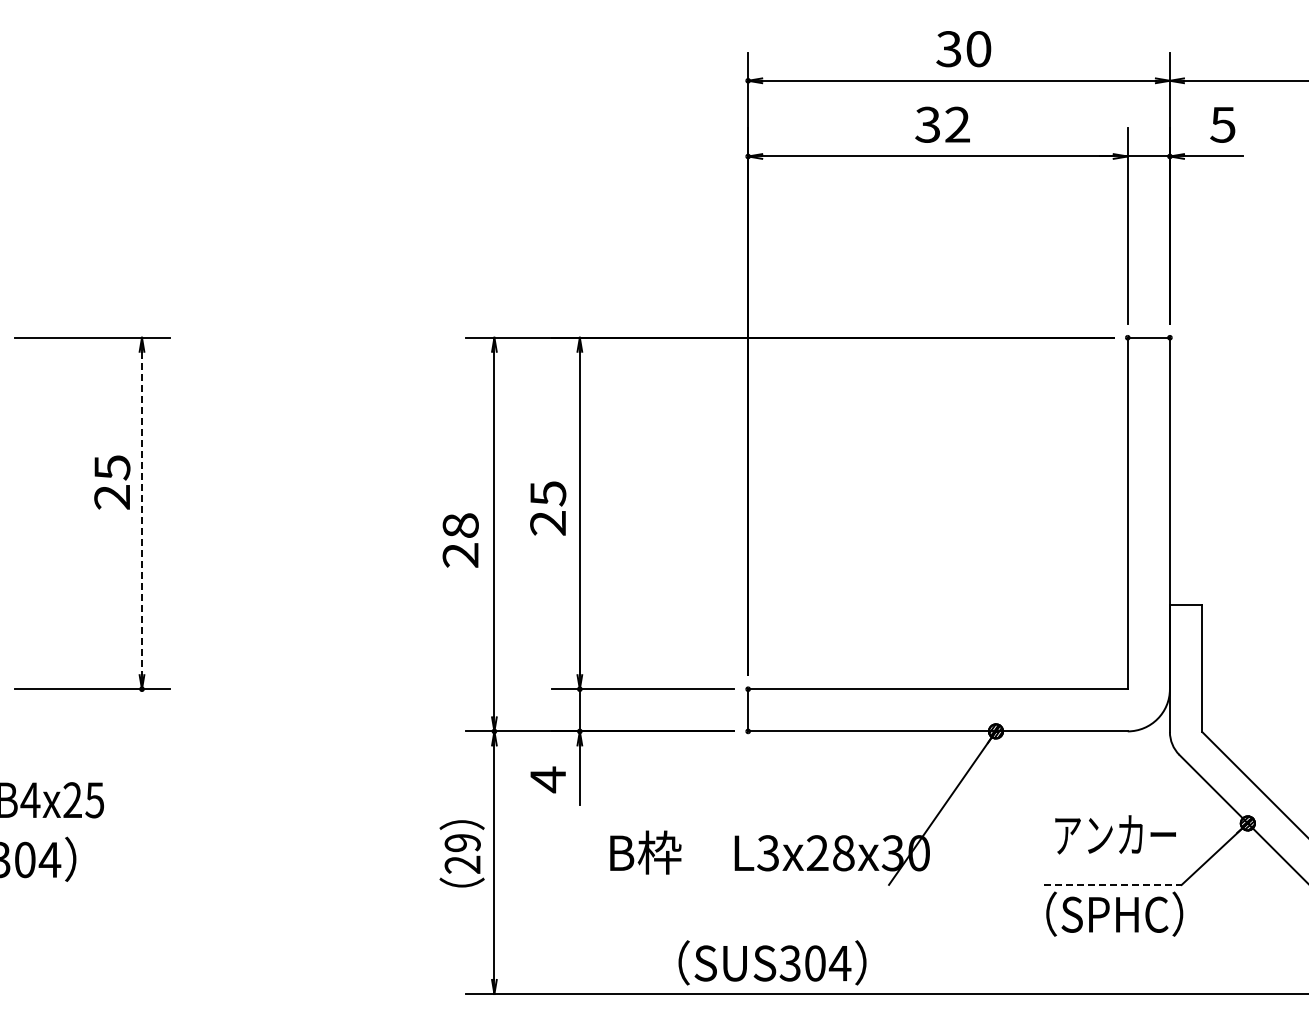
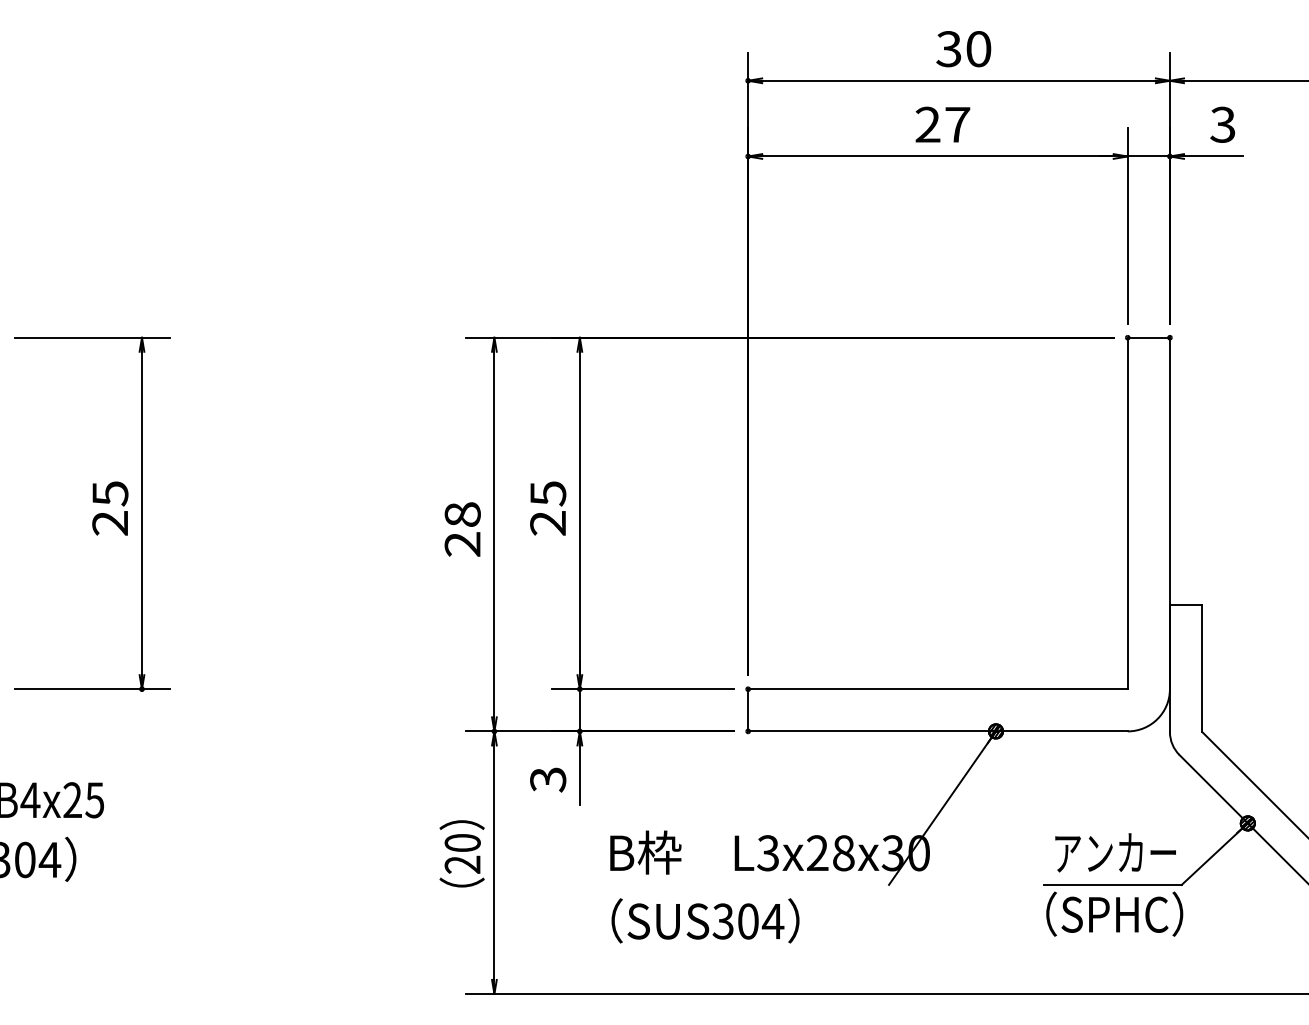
text at (942, 124): 32 -> 27
text at (1222, 124): 5 -> 3
text at (112, 482) position: (112, 482) -> (110, 508)
line at (142, 513): dashed -> solid
text at (460, 540) position: (460, 540) -> (462, 529)
text at (548, 779): 4 -> 3
text at (1115, 834) position: (1115, 834) -> (1115, 852)
text at (462, 843): 29 -> 20
line at (1112, 884): dashed -> solid
text at (772, 962) position: (772, 962) -> (705, 920)
